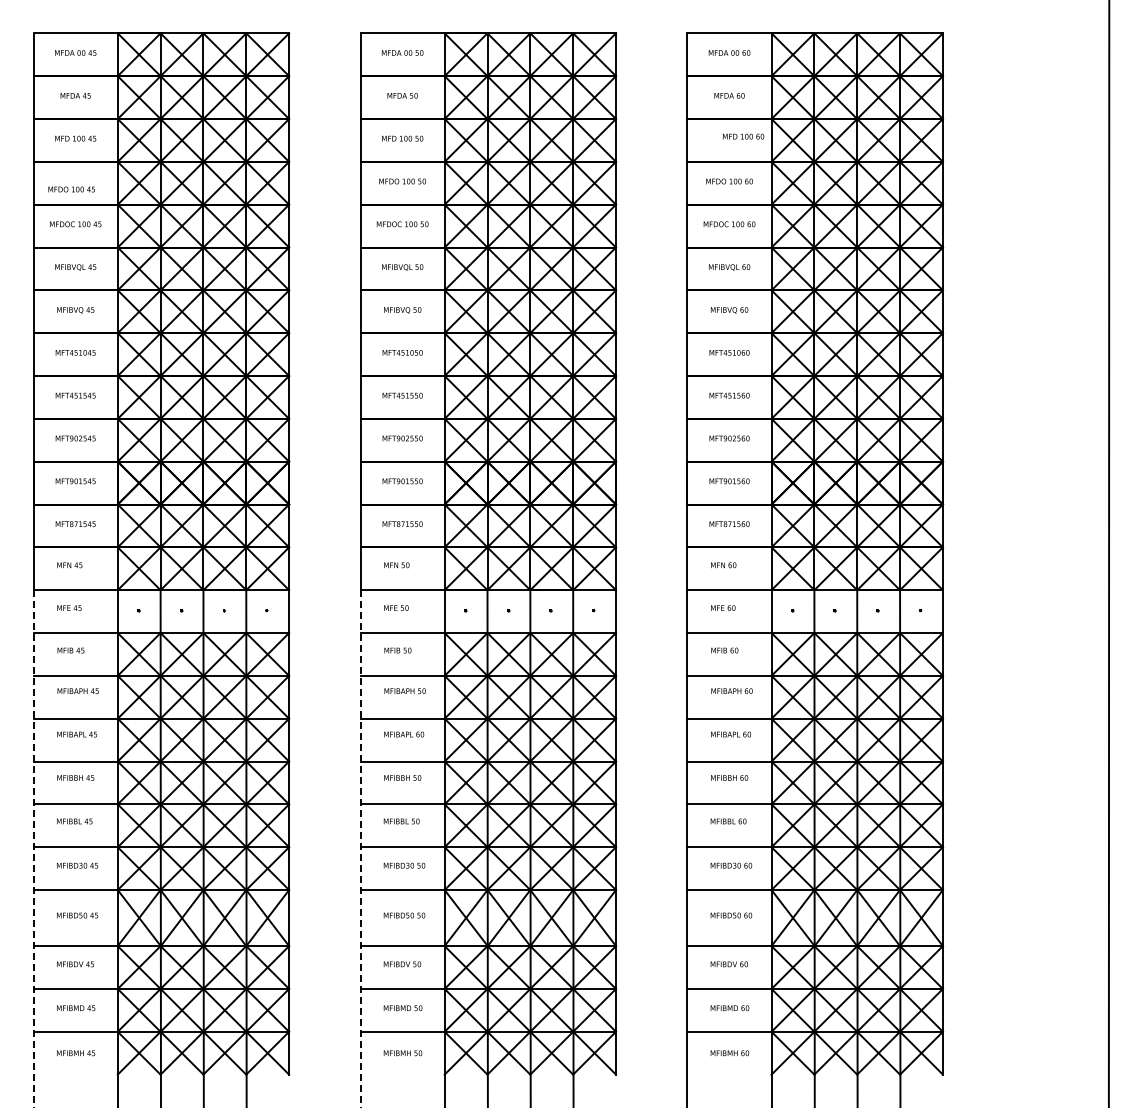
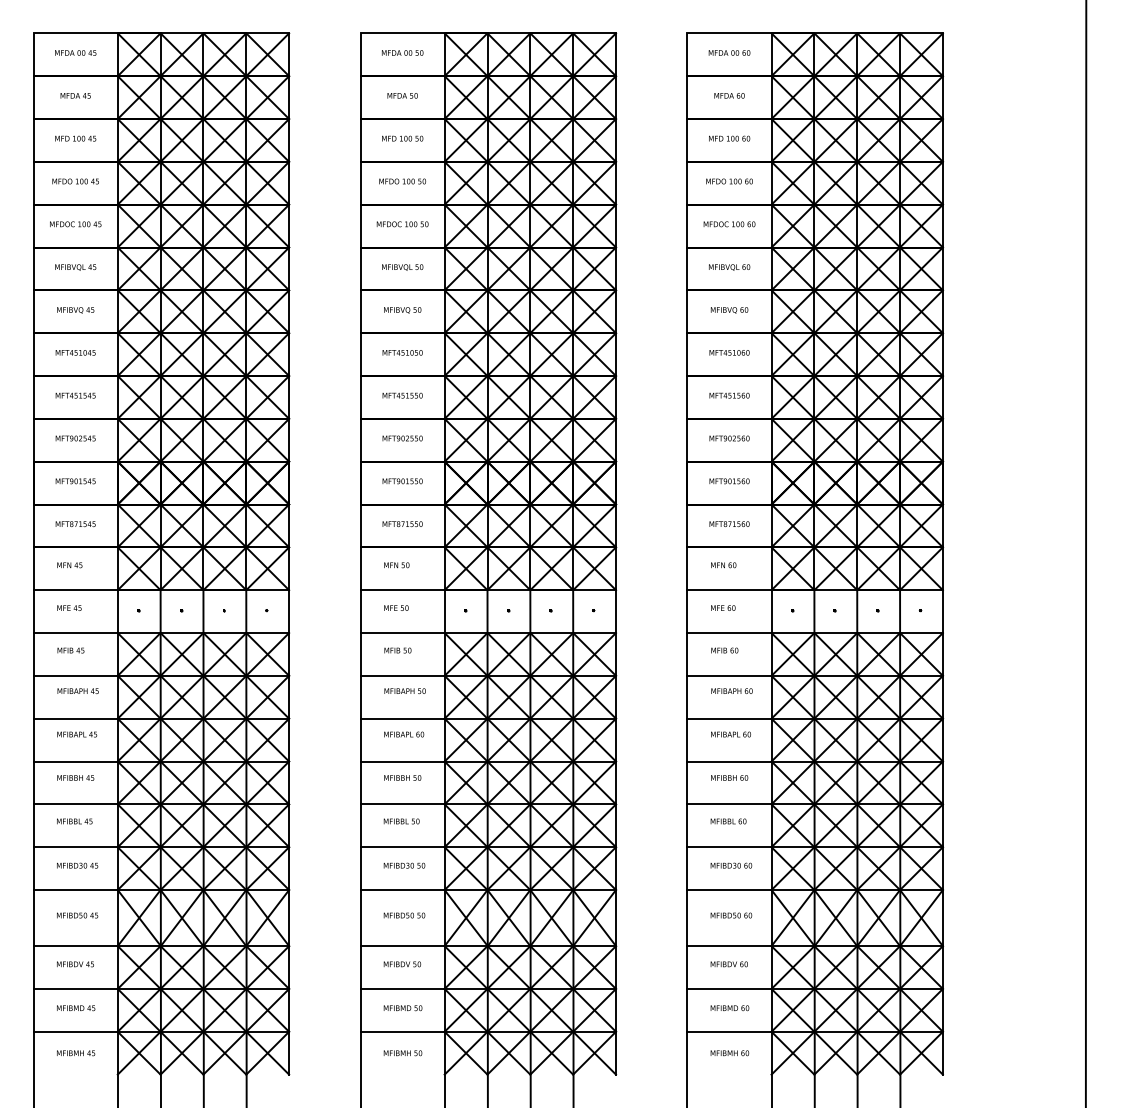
text at (743, 136) position: (743, 136) -> (729, 138)
text at (71, 189) position: (71, 189) -> (75, 181)
line at (1108, 553) position: (1108, 553) -> (1085, 553)
line at (33, 849): dashed -> solid
line at (360, 849): dashed -> solid
